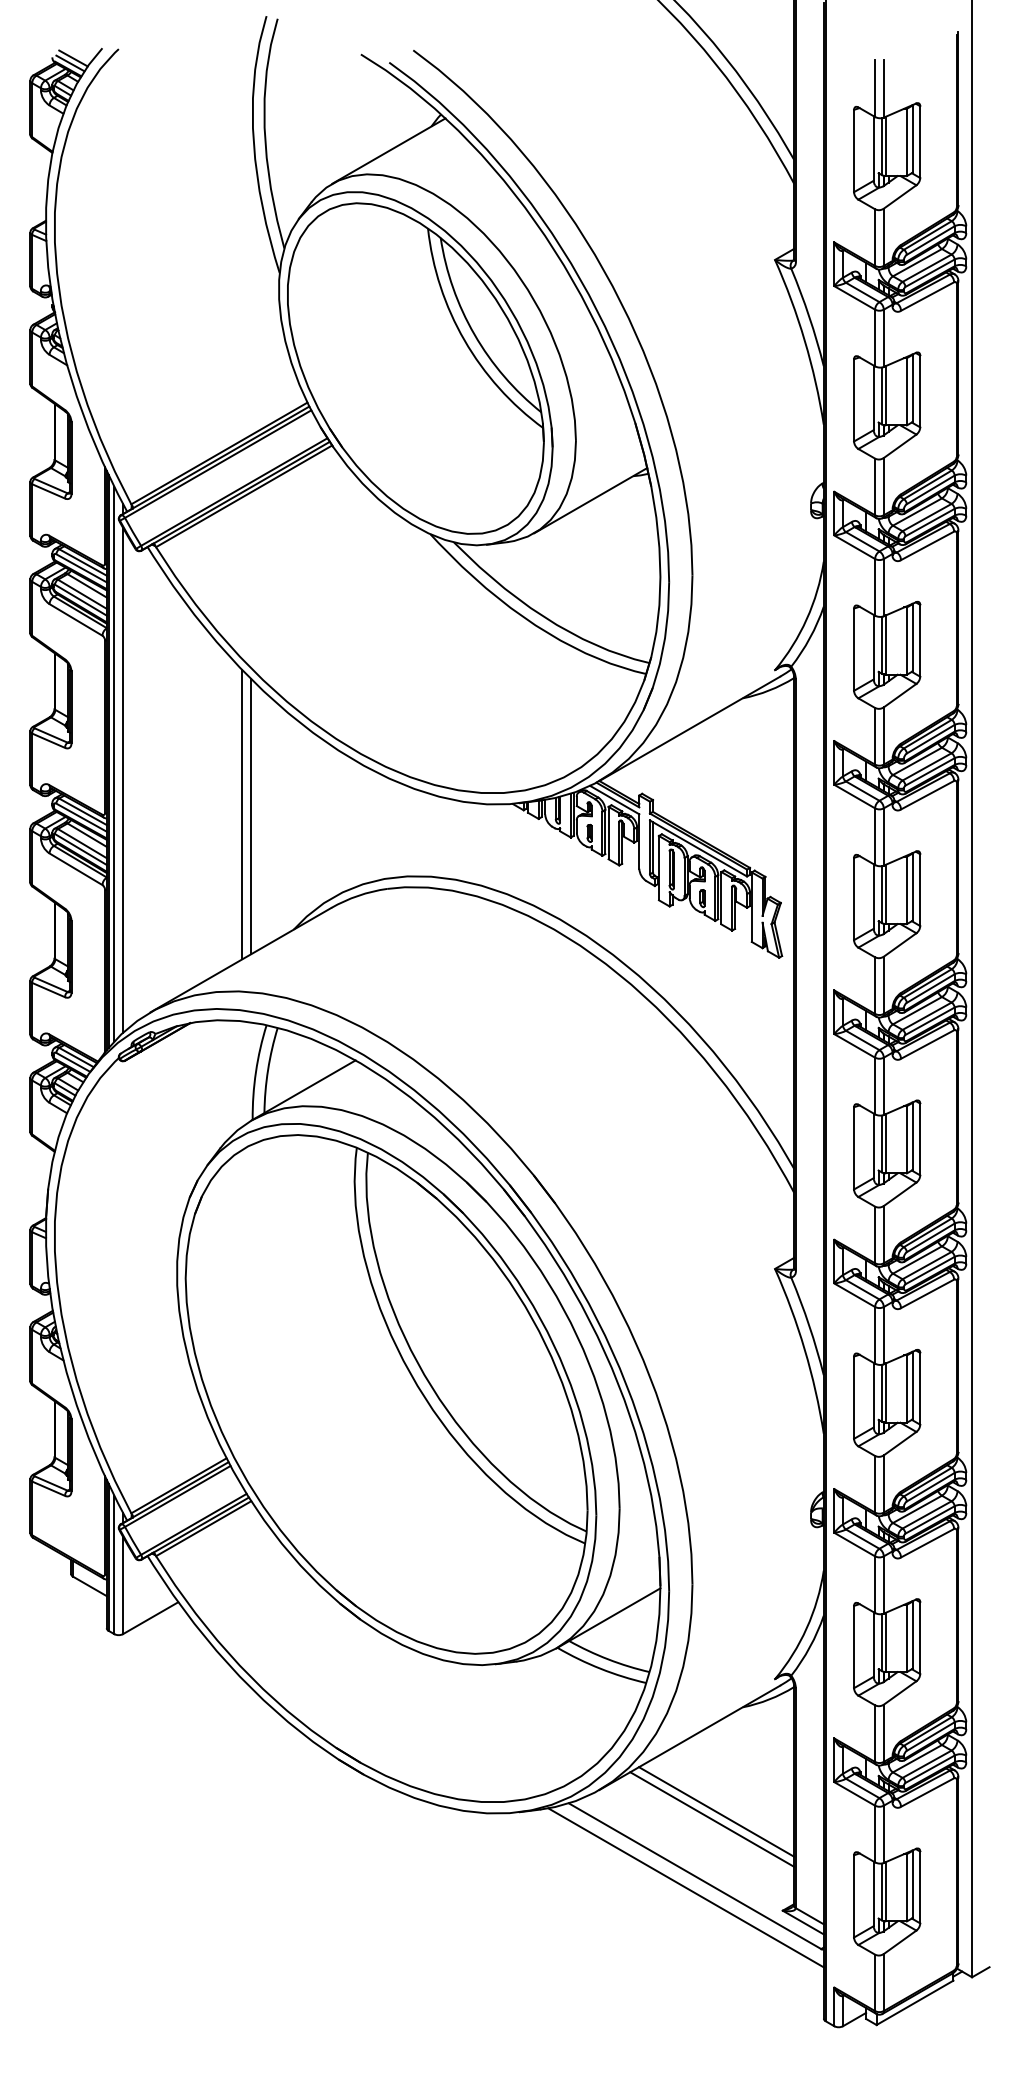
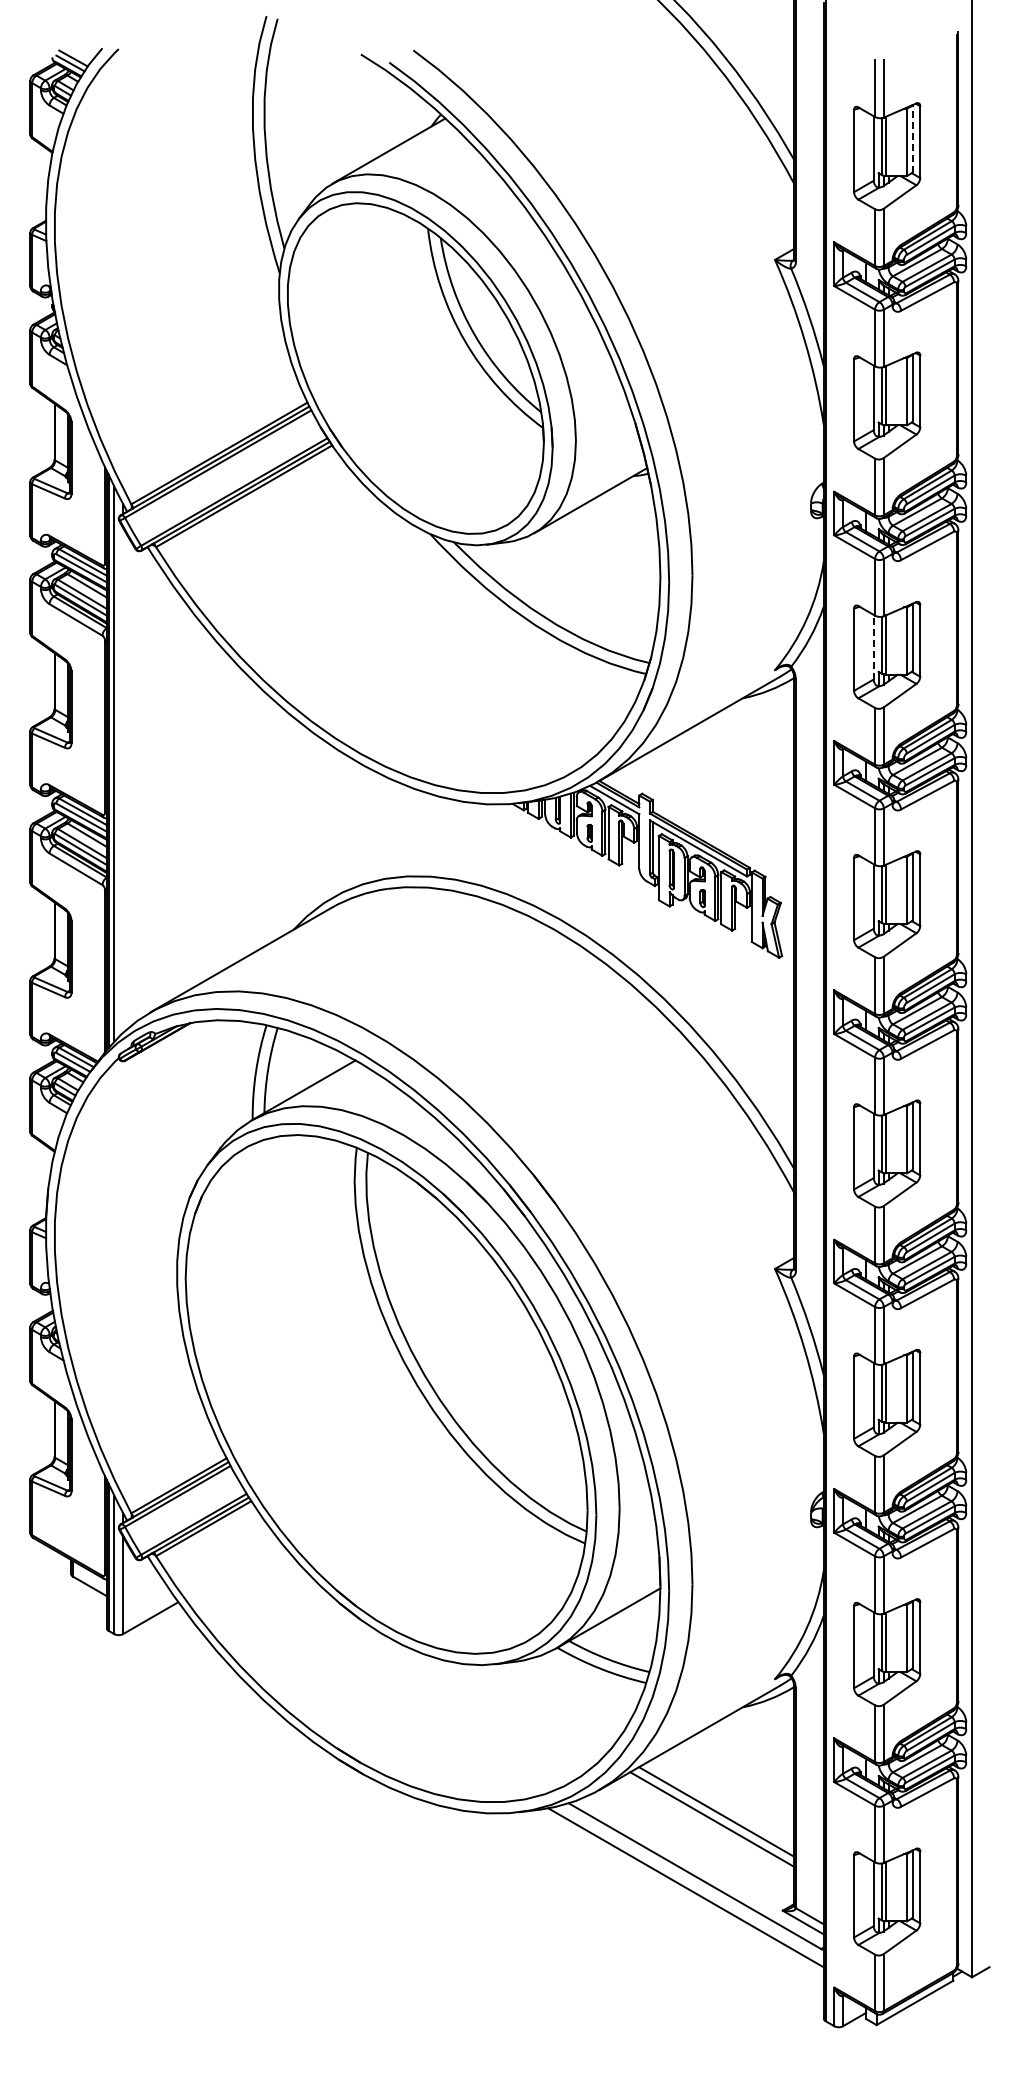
line at (912, 139): solid -> dashed
line at (873, 646): solid -> dashed
line at (123, 779): present -> none
line at (242, 814): present -> none
line at (251, 816): present -> none
